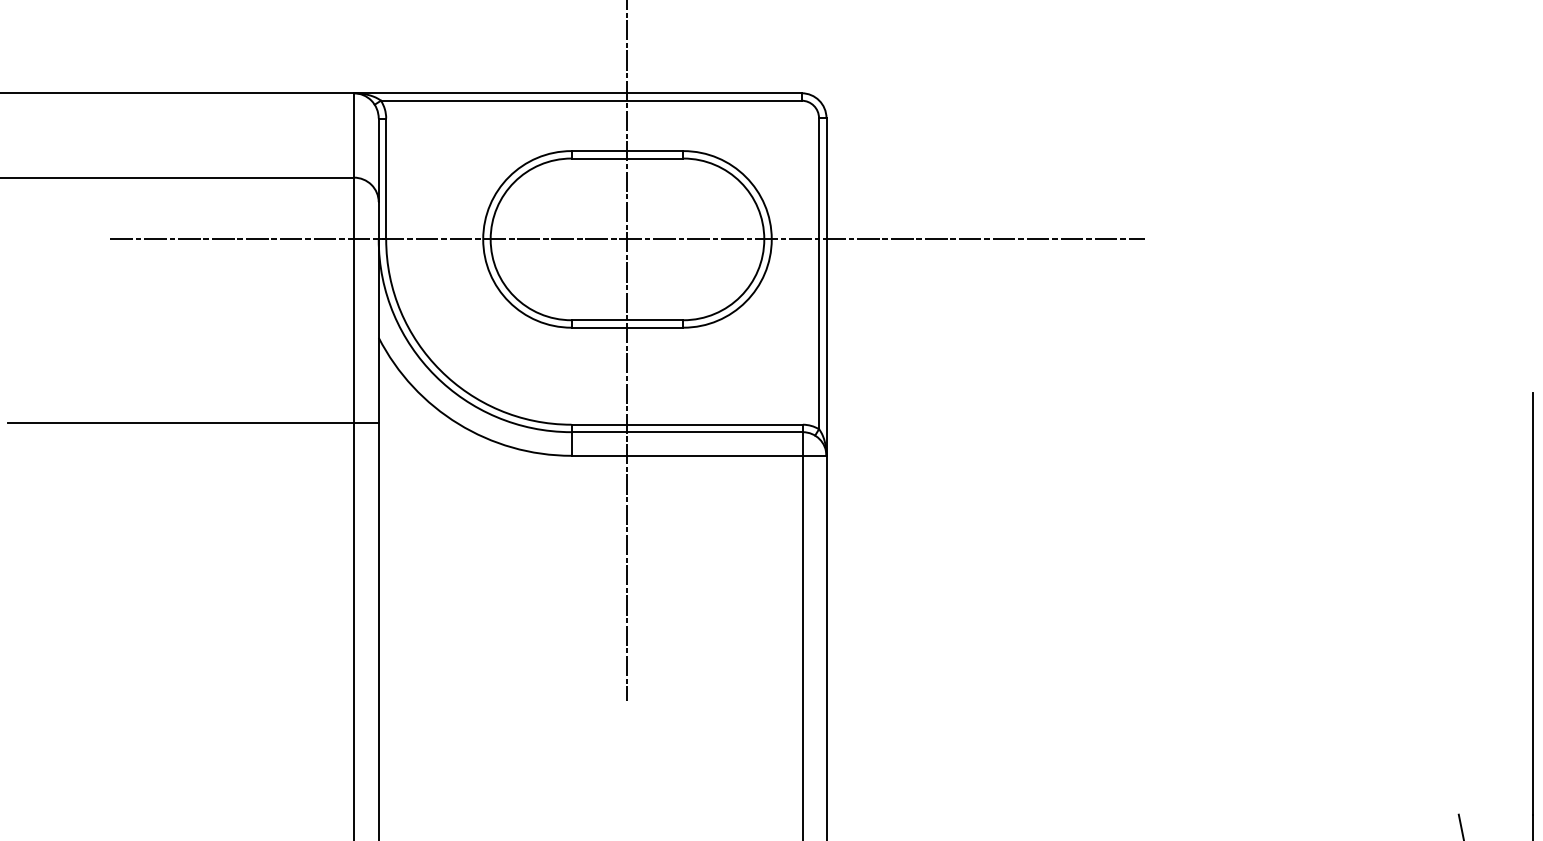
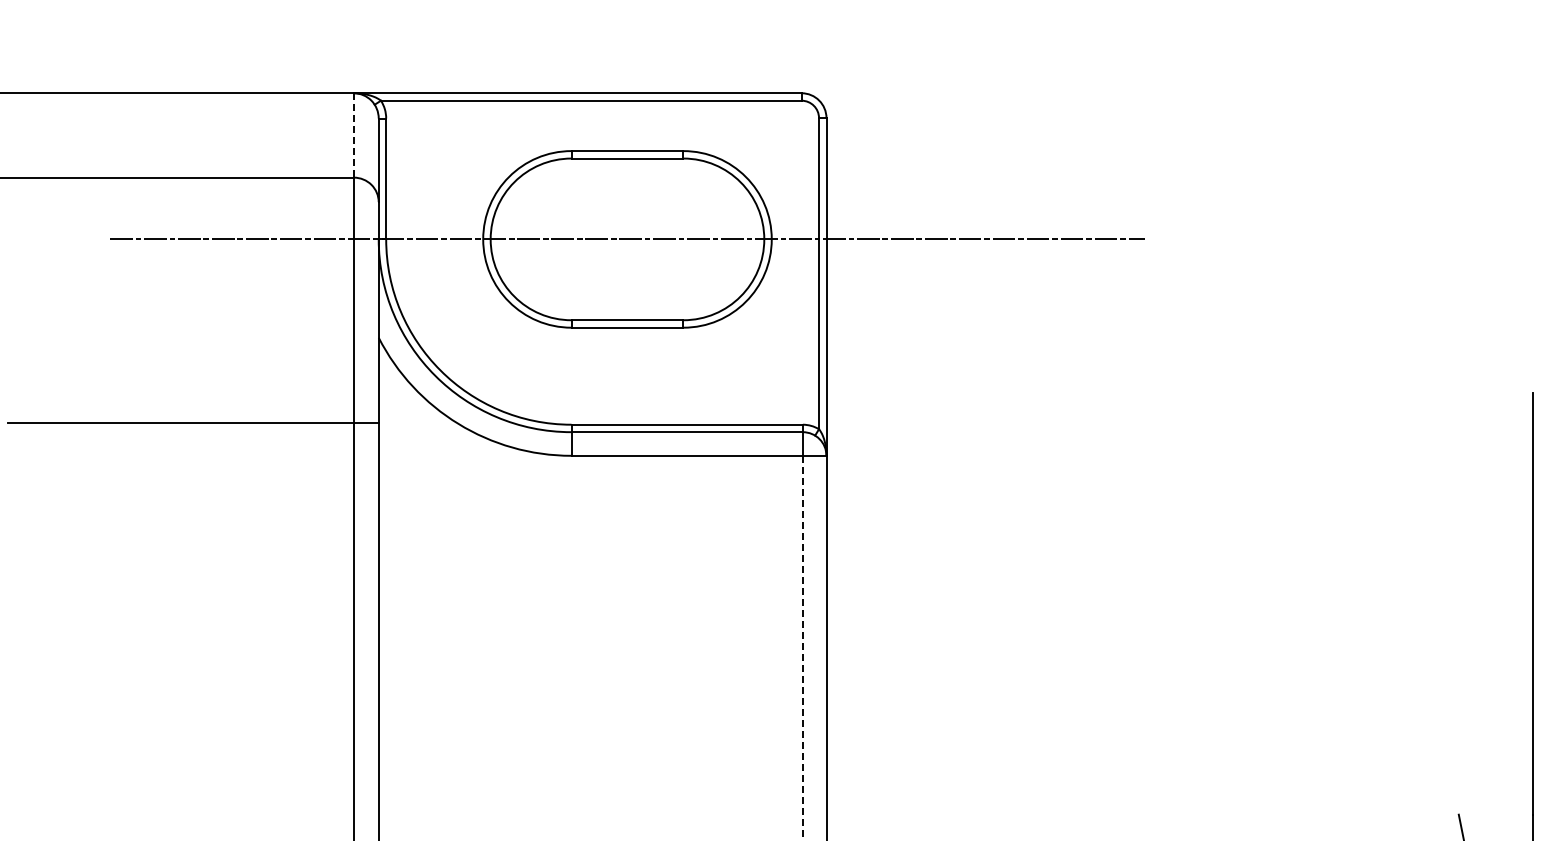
line at (353, 135): solid -> dashed
line at (627, 351): present -> none
line at (802, 648): solid -> dashed
